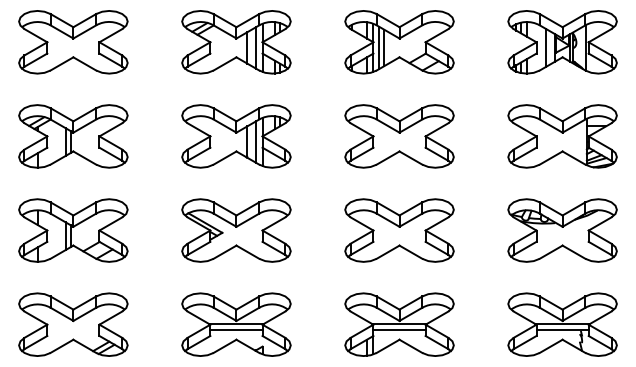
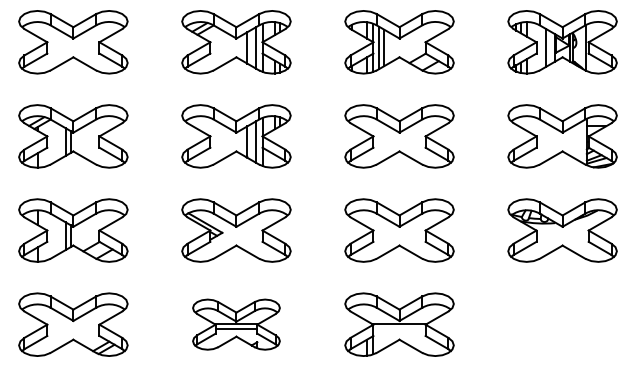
part at (236, 324) size: 111x65 px -> 89x53 px
part at (562, 324): present -> none
line at (399, 330): present -> none
